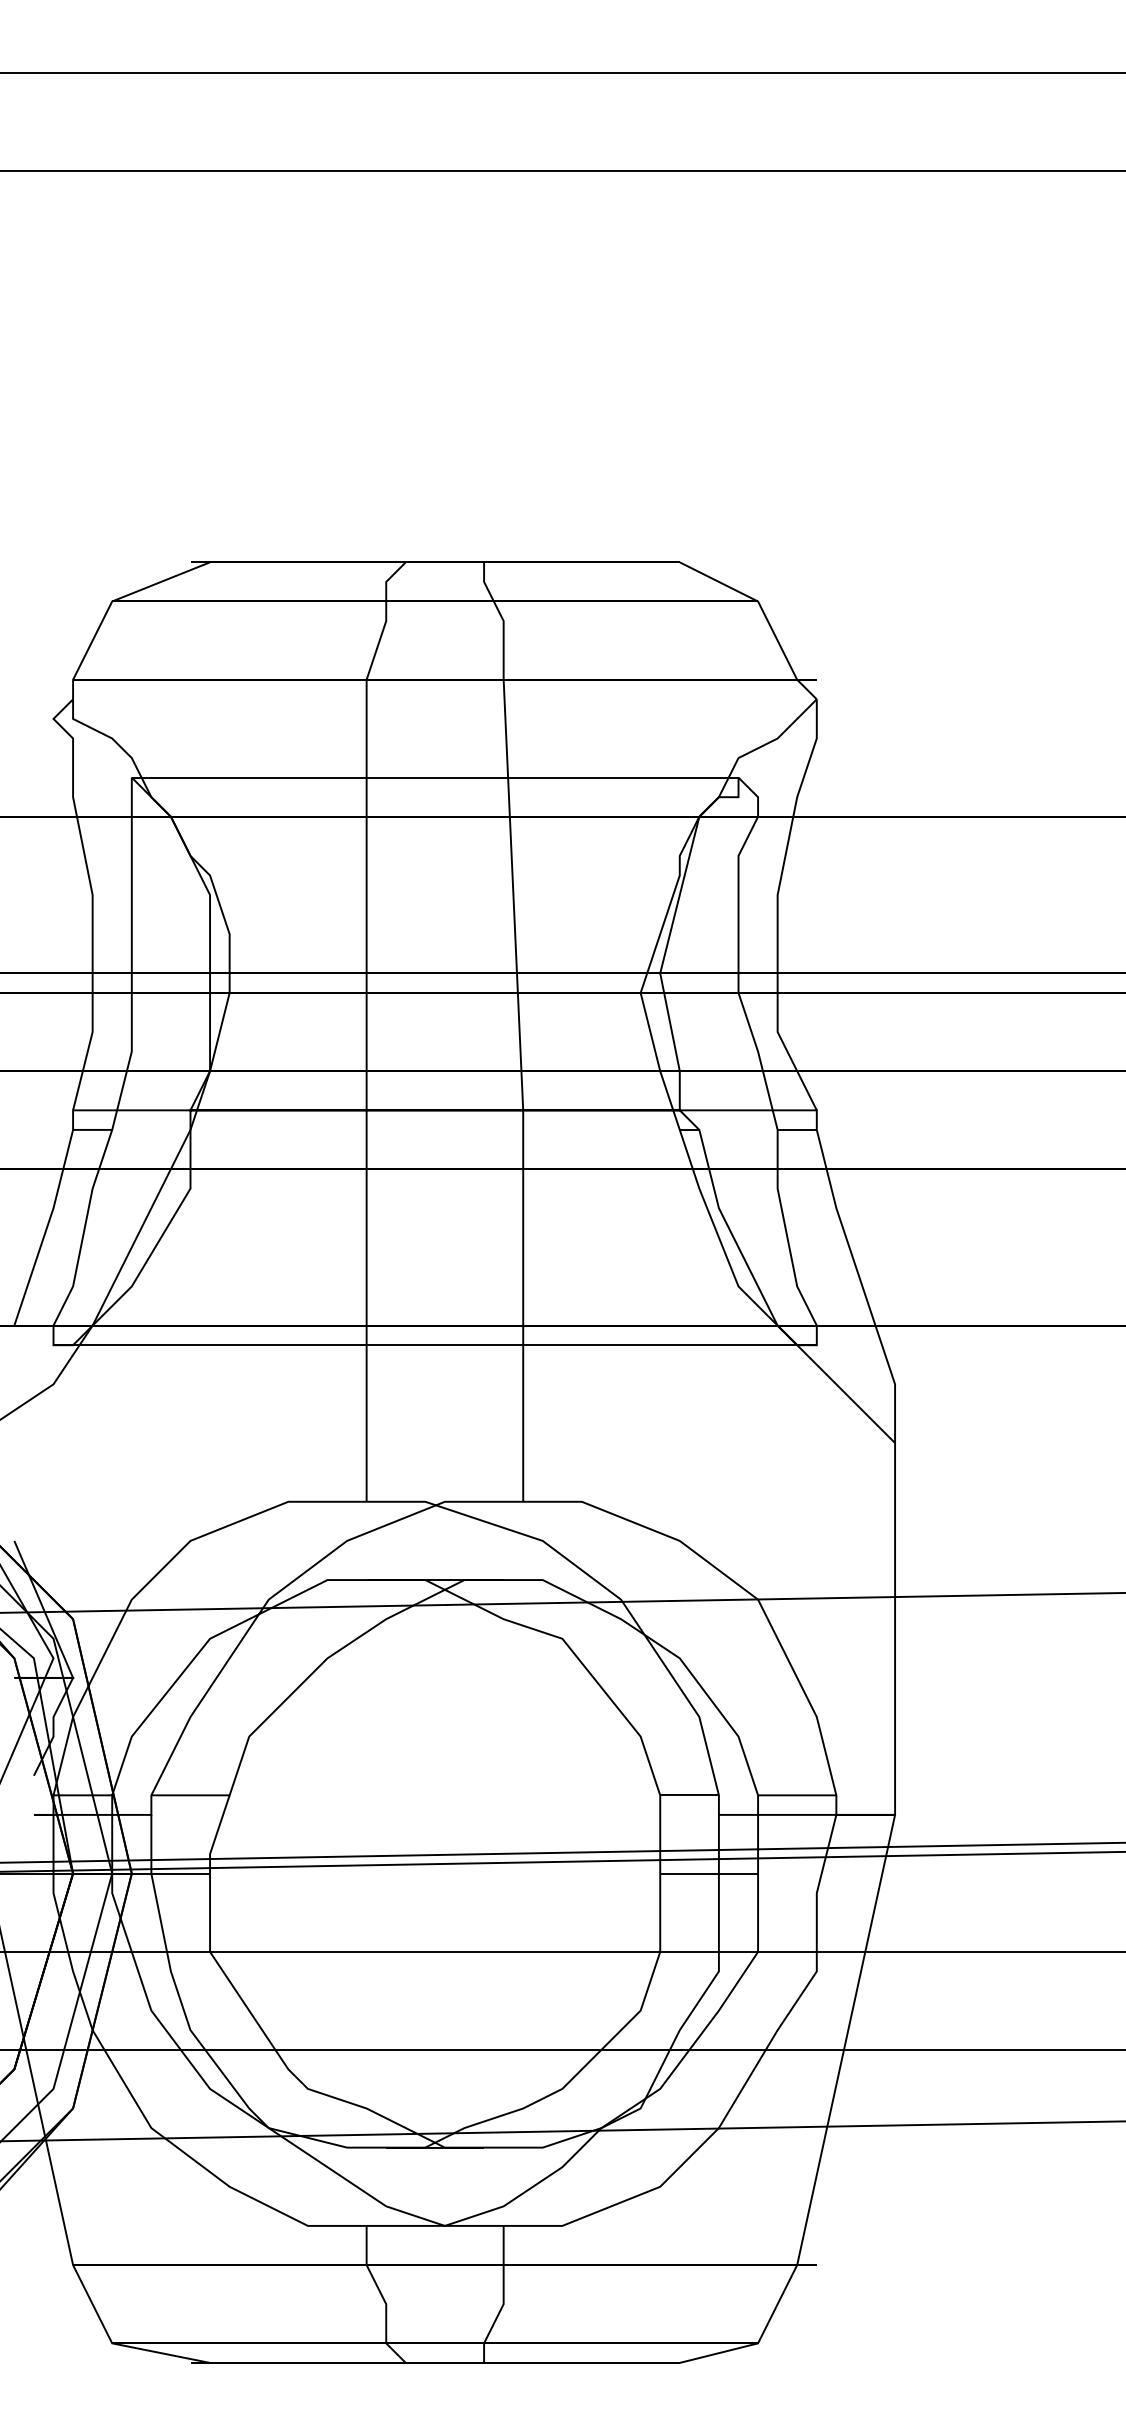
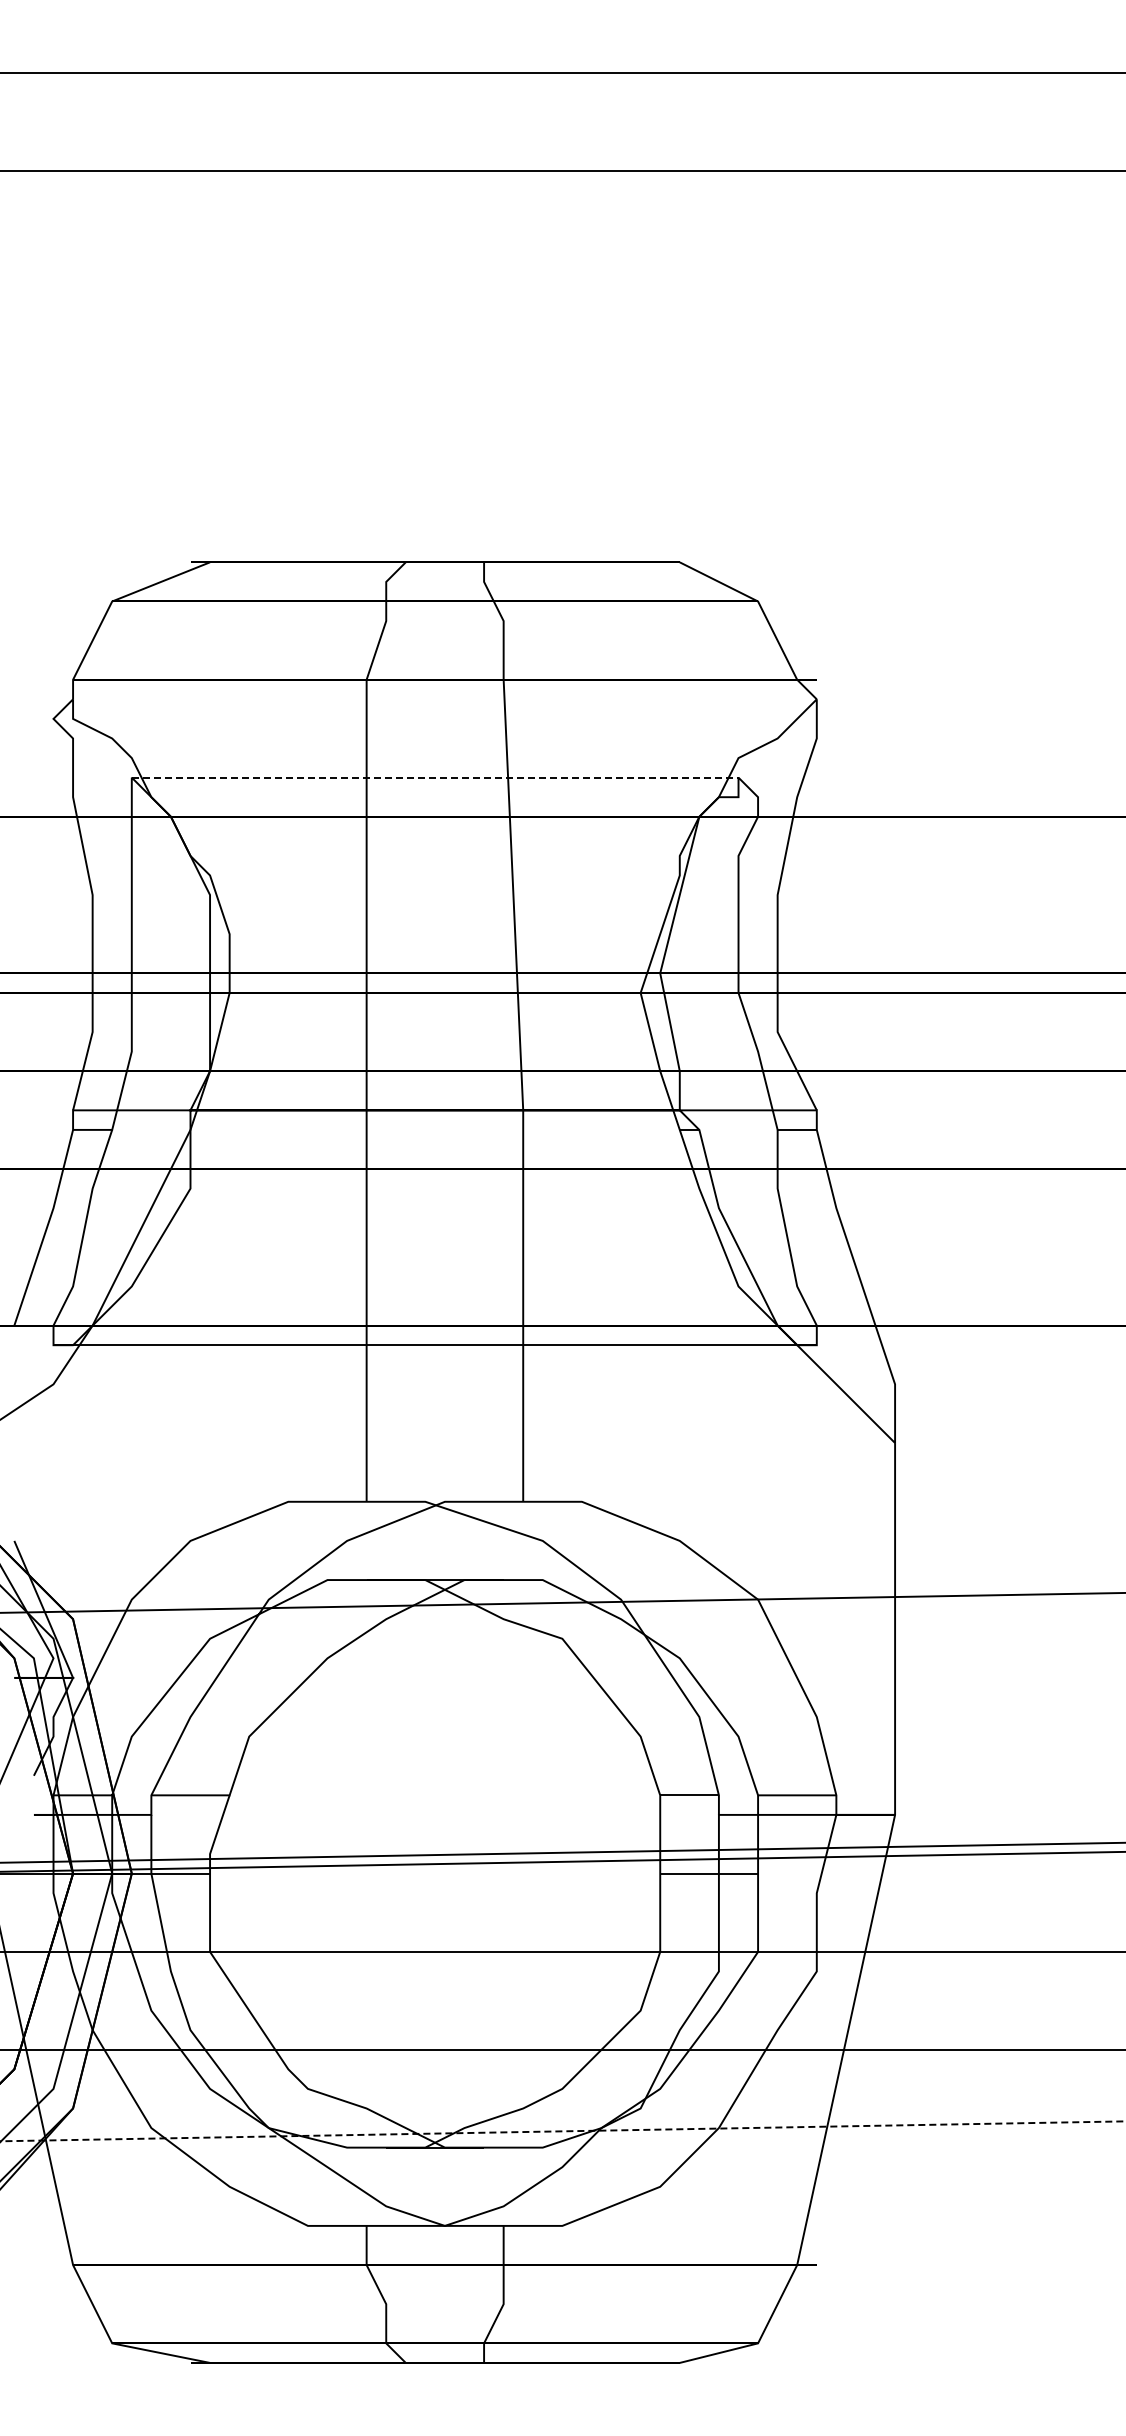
line at (435, 777): solid -> dashed
line at (563, 2131): solid -> dashed
